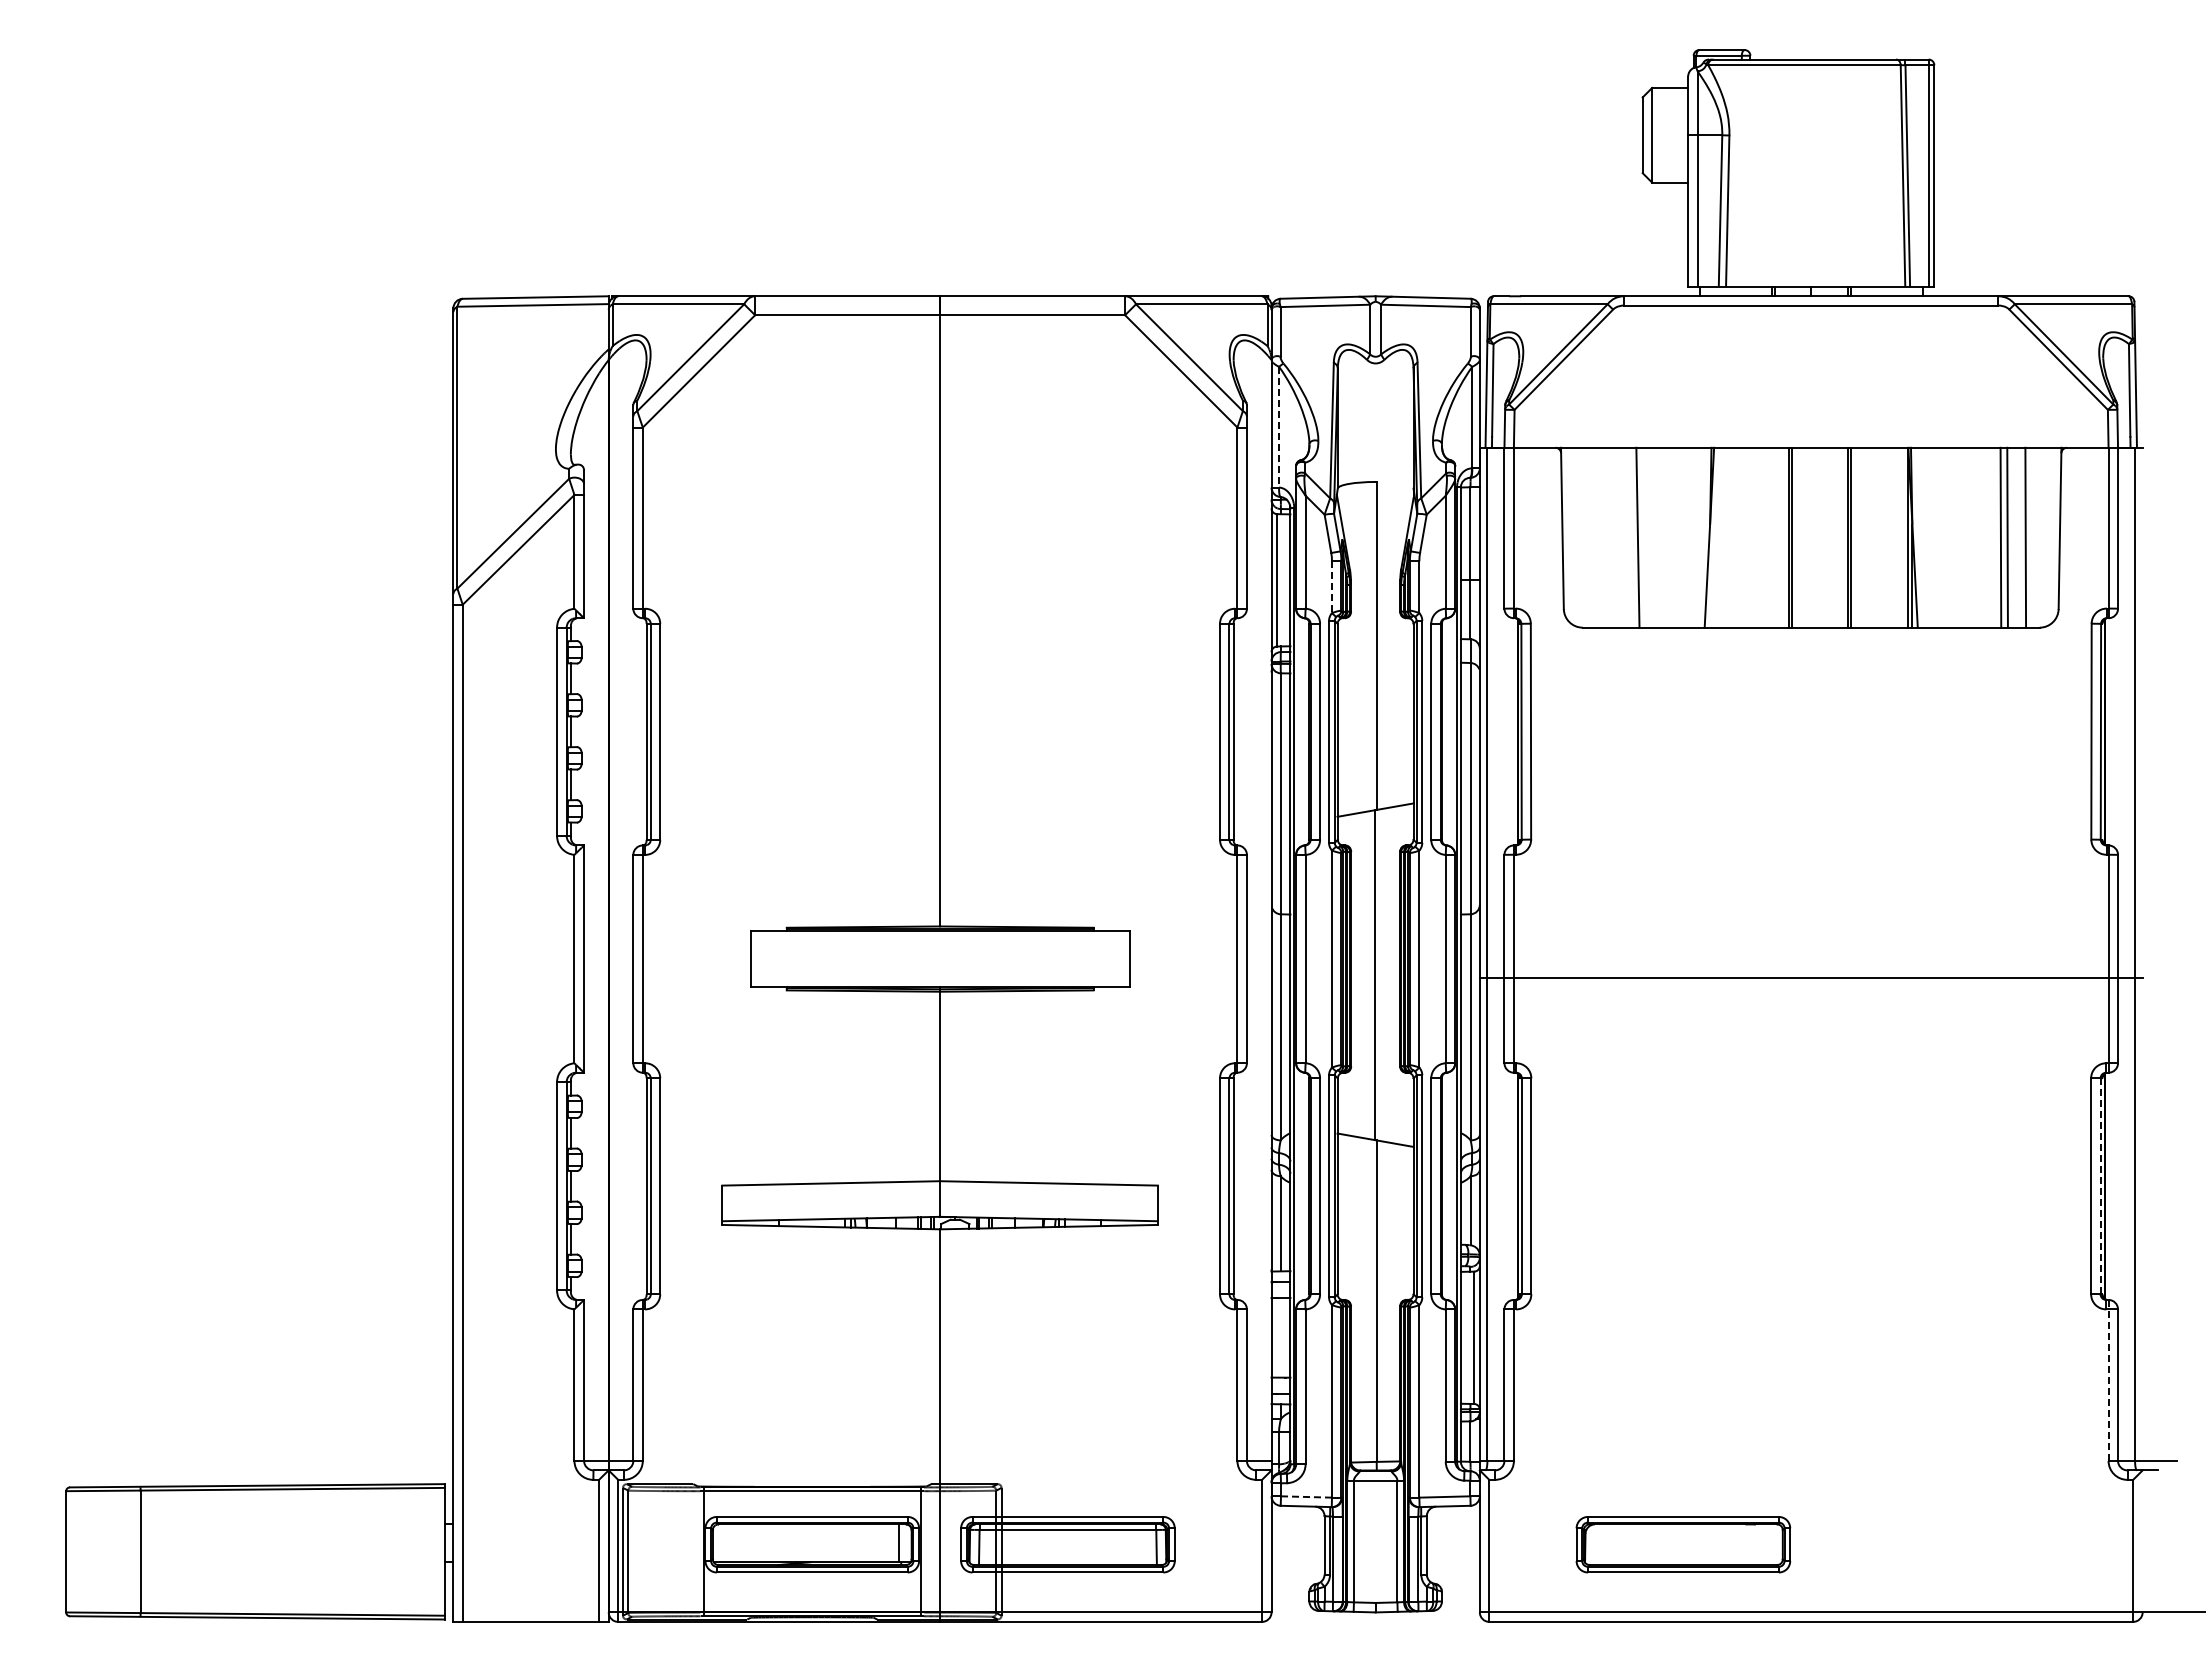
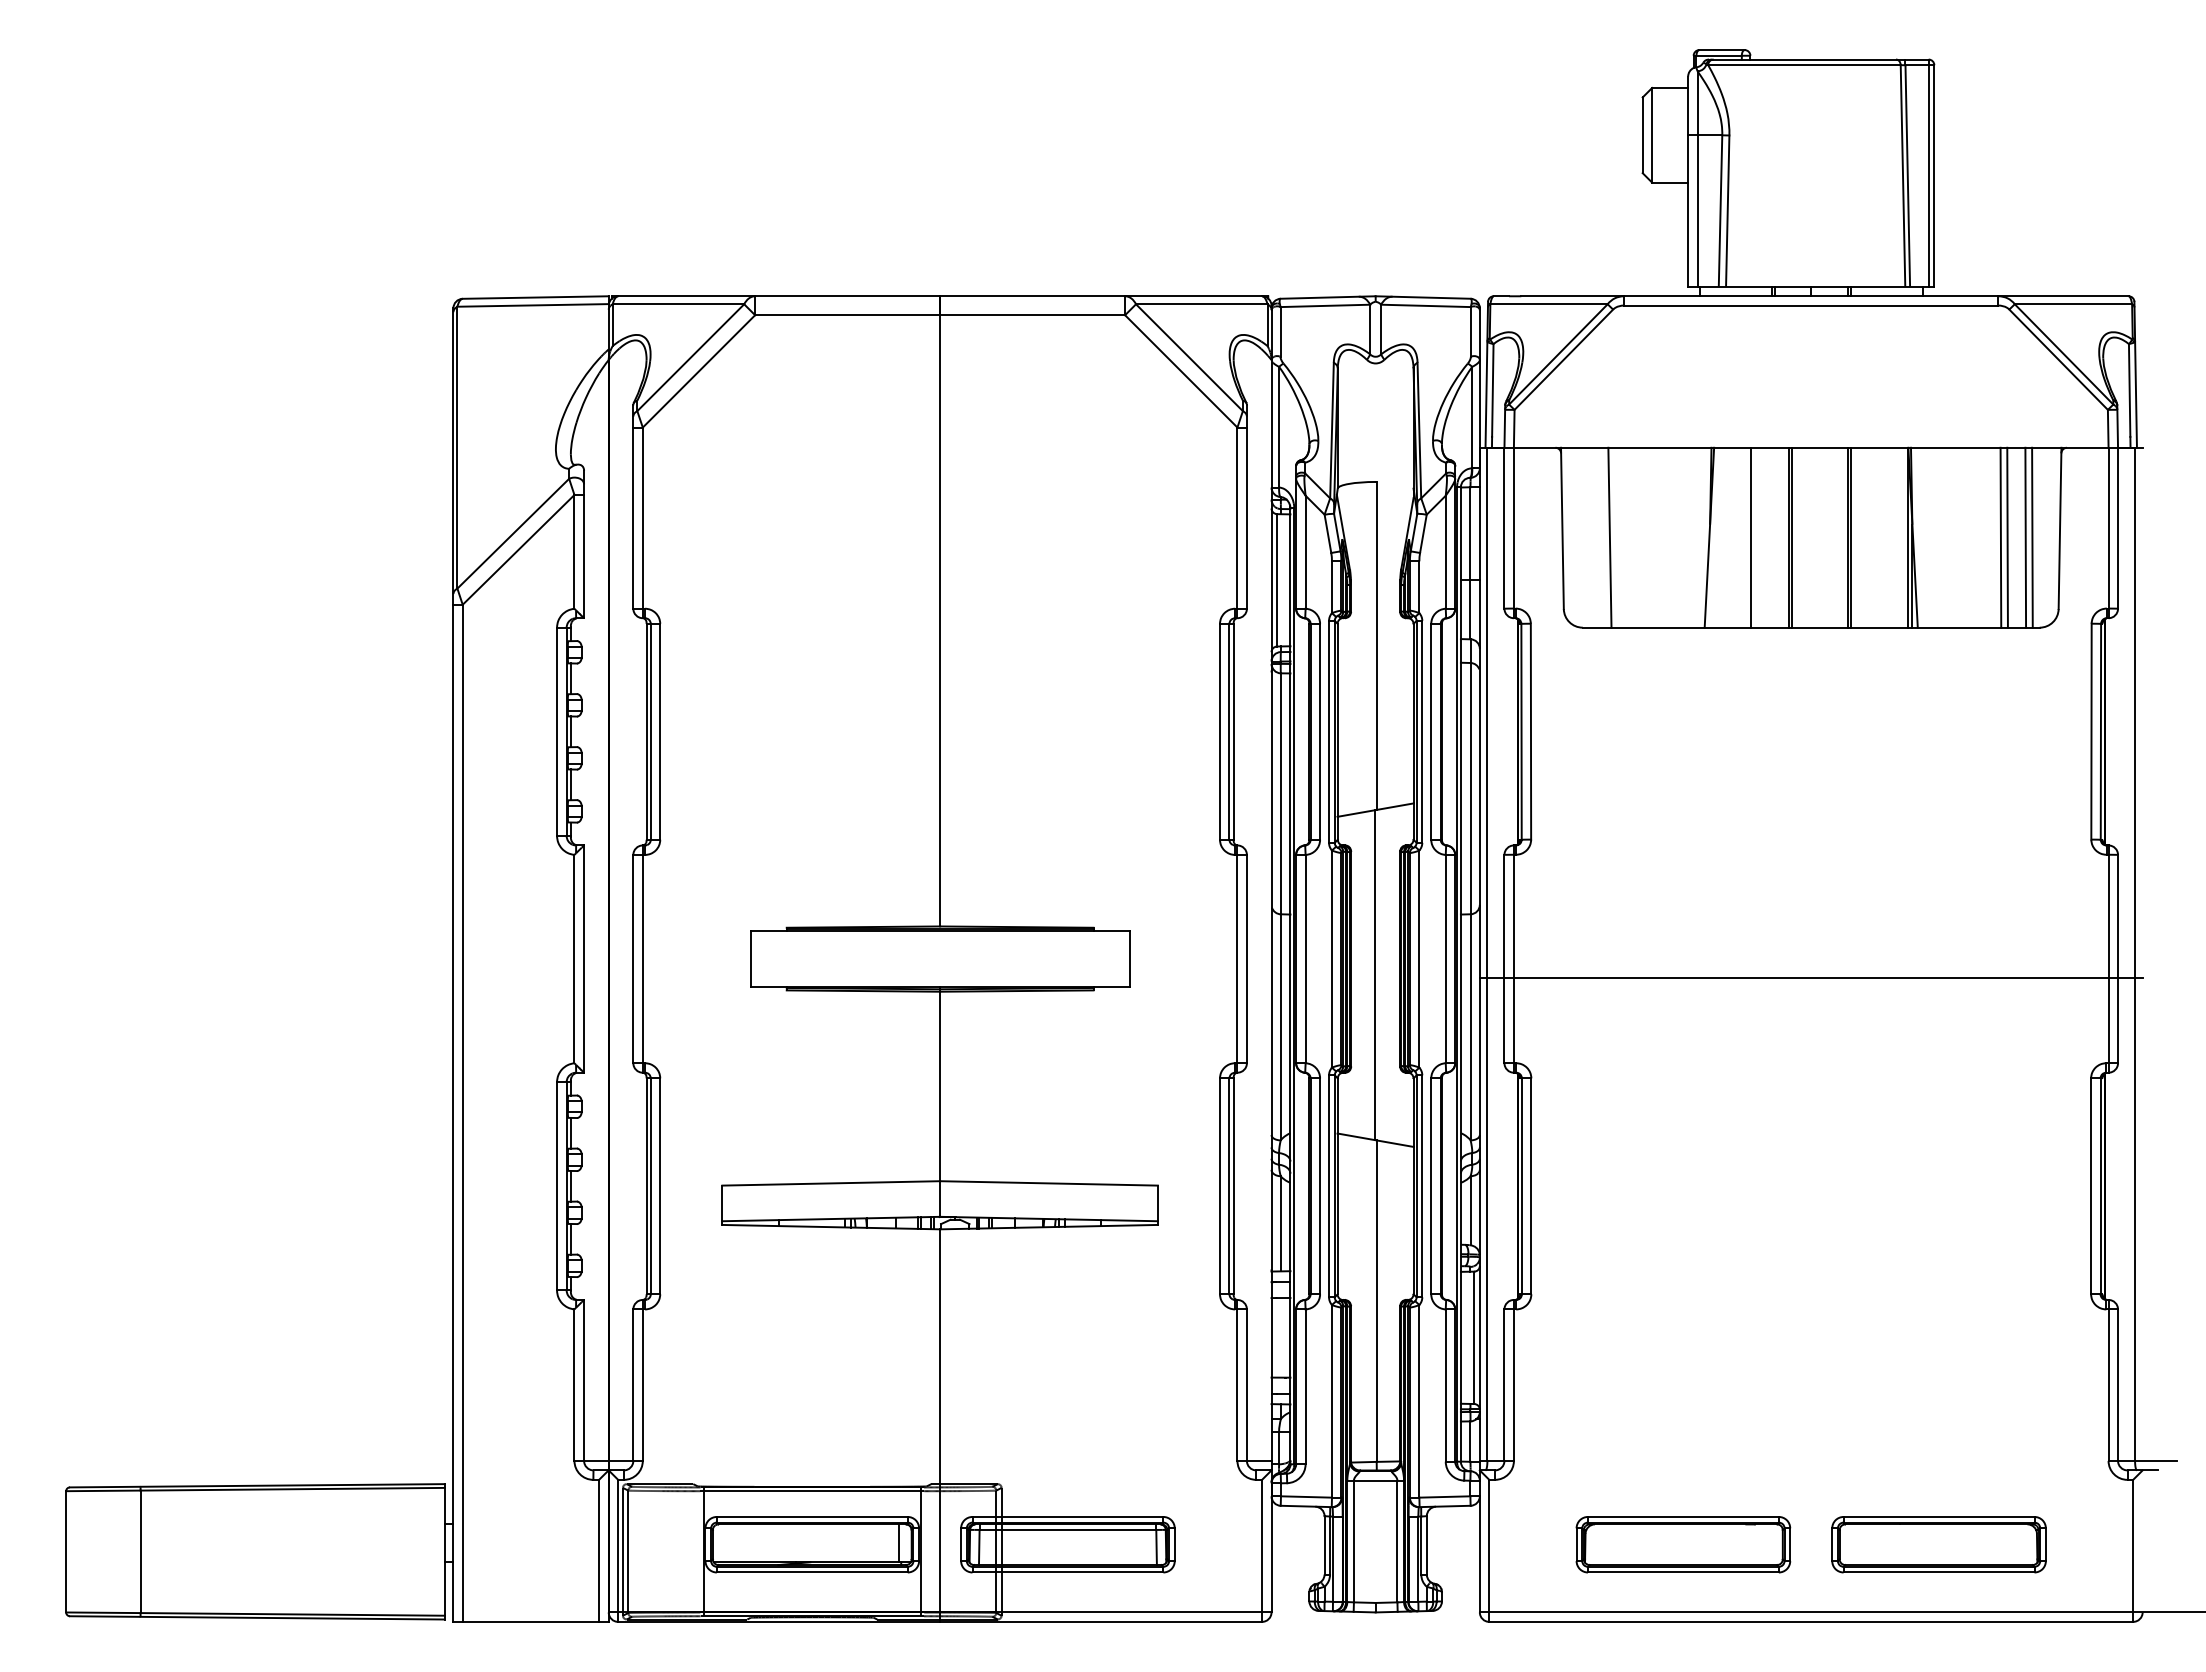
line at (1279, 427): dashed -> solid
line at (1637, 537) position: (1637, 537) -> (1609, 537)
line at (1750, 537): none -> present
line at (2032, 537): none -> present
line at (1332, 587): dashed -> solid
line at (2100, 1186): dashed -> solid
line at (2108, 1379): dashed -> solid
line at (1306, 1496): dashed -> solid
part at (1938, 1544): none -> present
